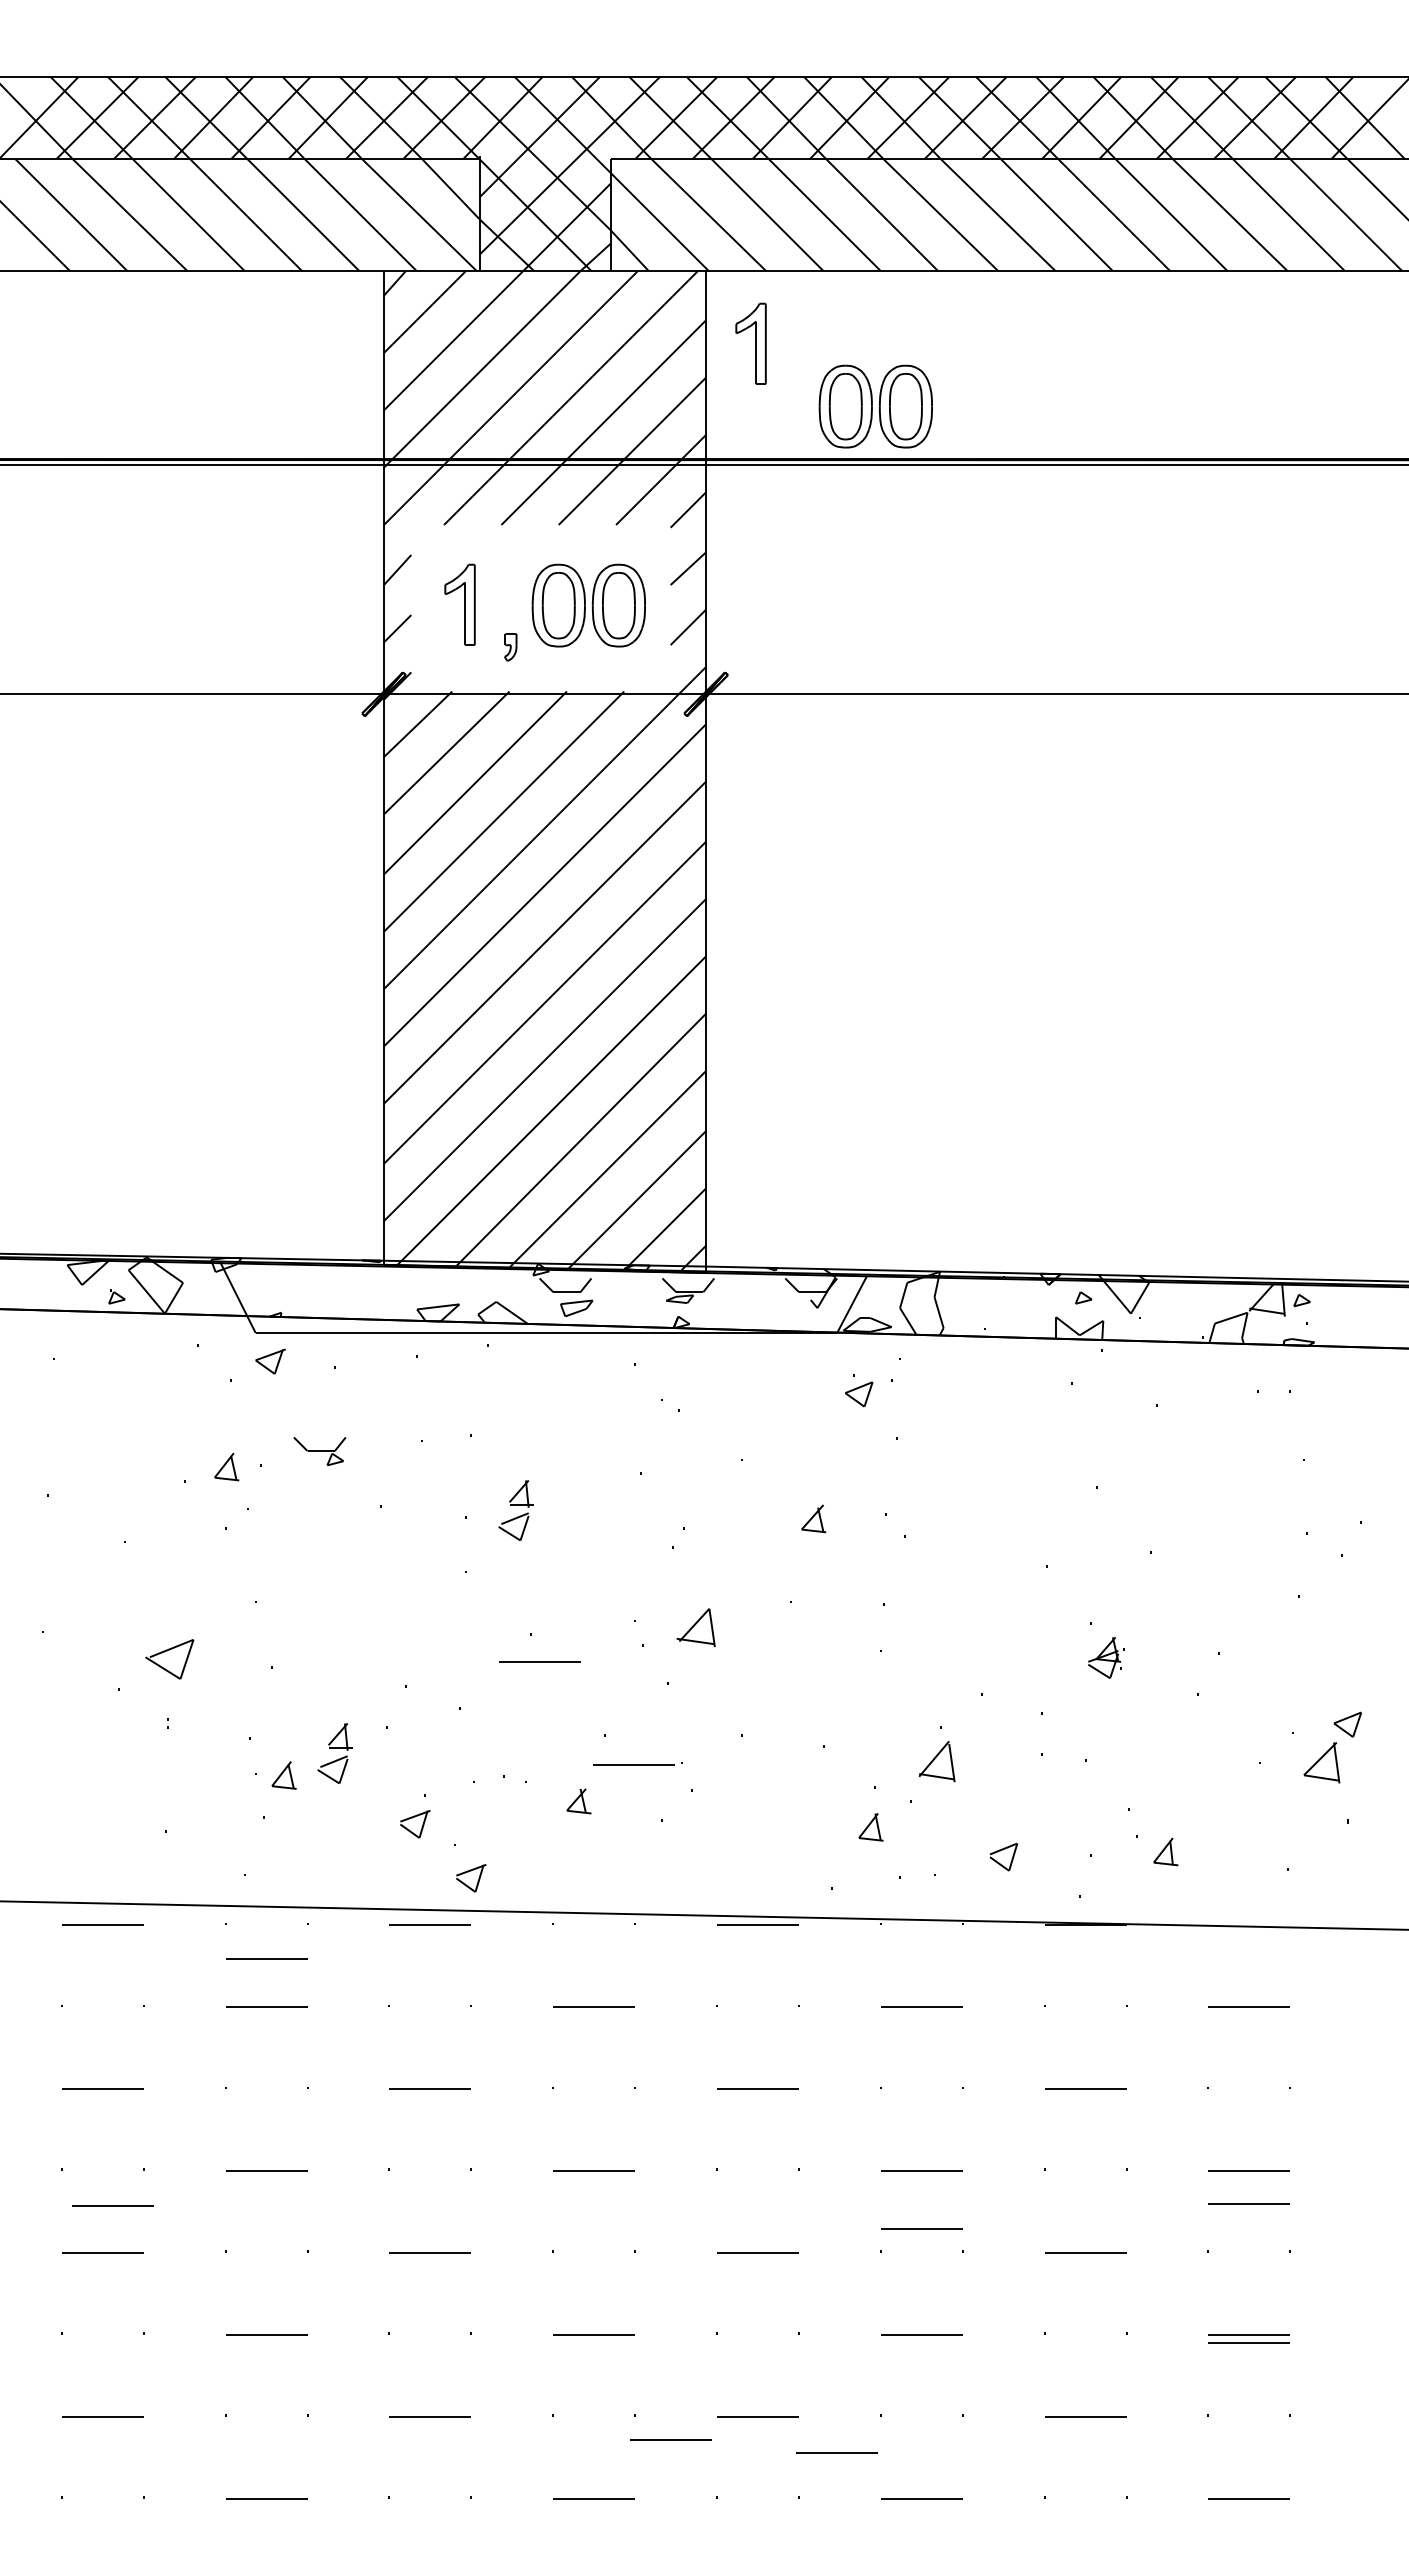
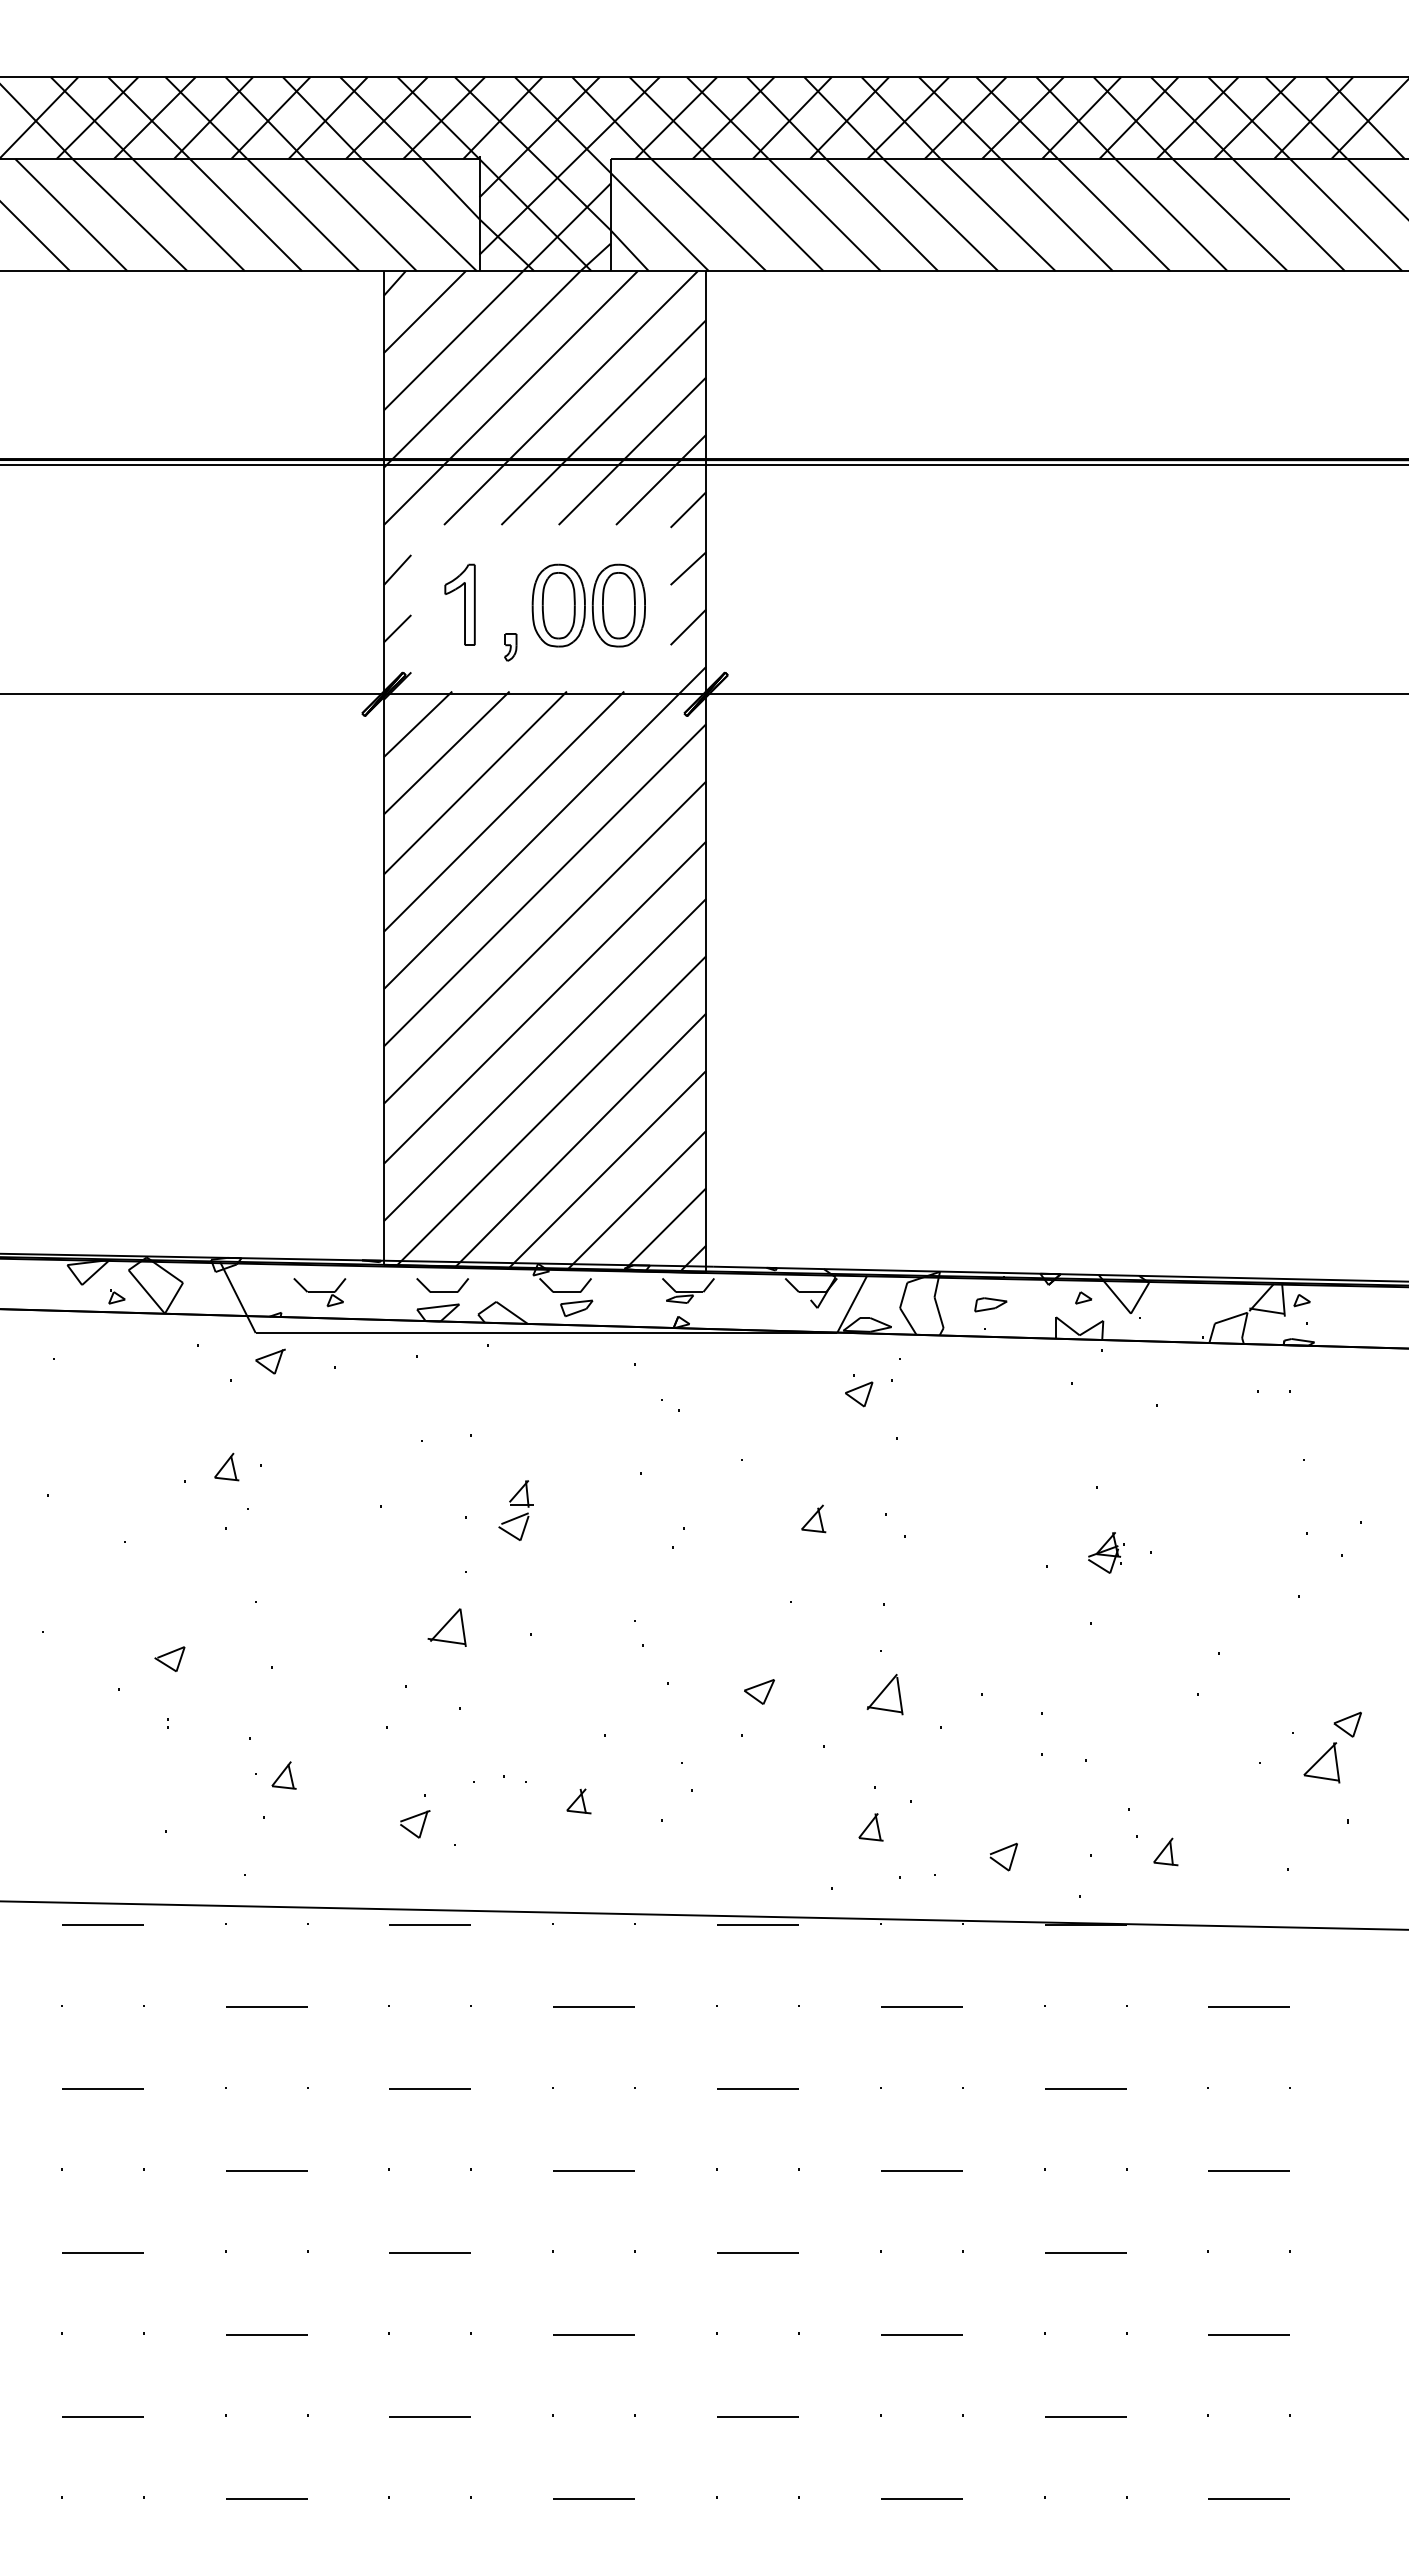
part at (750, 343): present -> none
part at (875, 406): present -> none
part at (442, 1285): none -> present
part at (990, 1304): none -> present
part at (319, 1451) position: (319, 1451) -> (319, 1292)
part at (695, 1627) position: (695, 1627) -> (446, 1627)
part at (1106, 1657) position: (1106, 1657) -> (1106, 1552)
part at (169, 1659) size: 50x41 px -> 32x26 px
line at (539, 1661): present -> none
part at (759, 1691): none -> present
part at (334, 1753): present -> none
part at (936, 1761) position: (936, 1761) -> (884, 1694)
line at (633, 1764): present -> none
part at (468, 1872): present -> none
line at (266, 1958): present -> none
line at (1248, 2203): present -> none
line at (112, 2205): present -> none
line at (921, 2228): present -> none
line at (1248, 2342): present -> none
line at (670, 2439): present -> none
line at (836, 2452): present -> none
